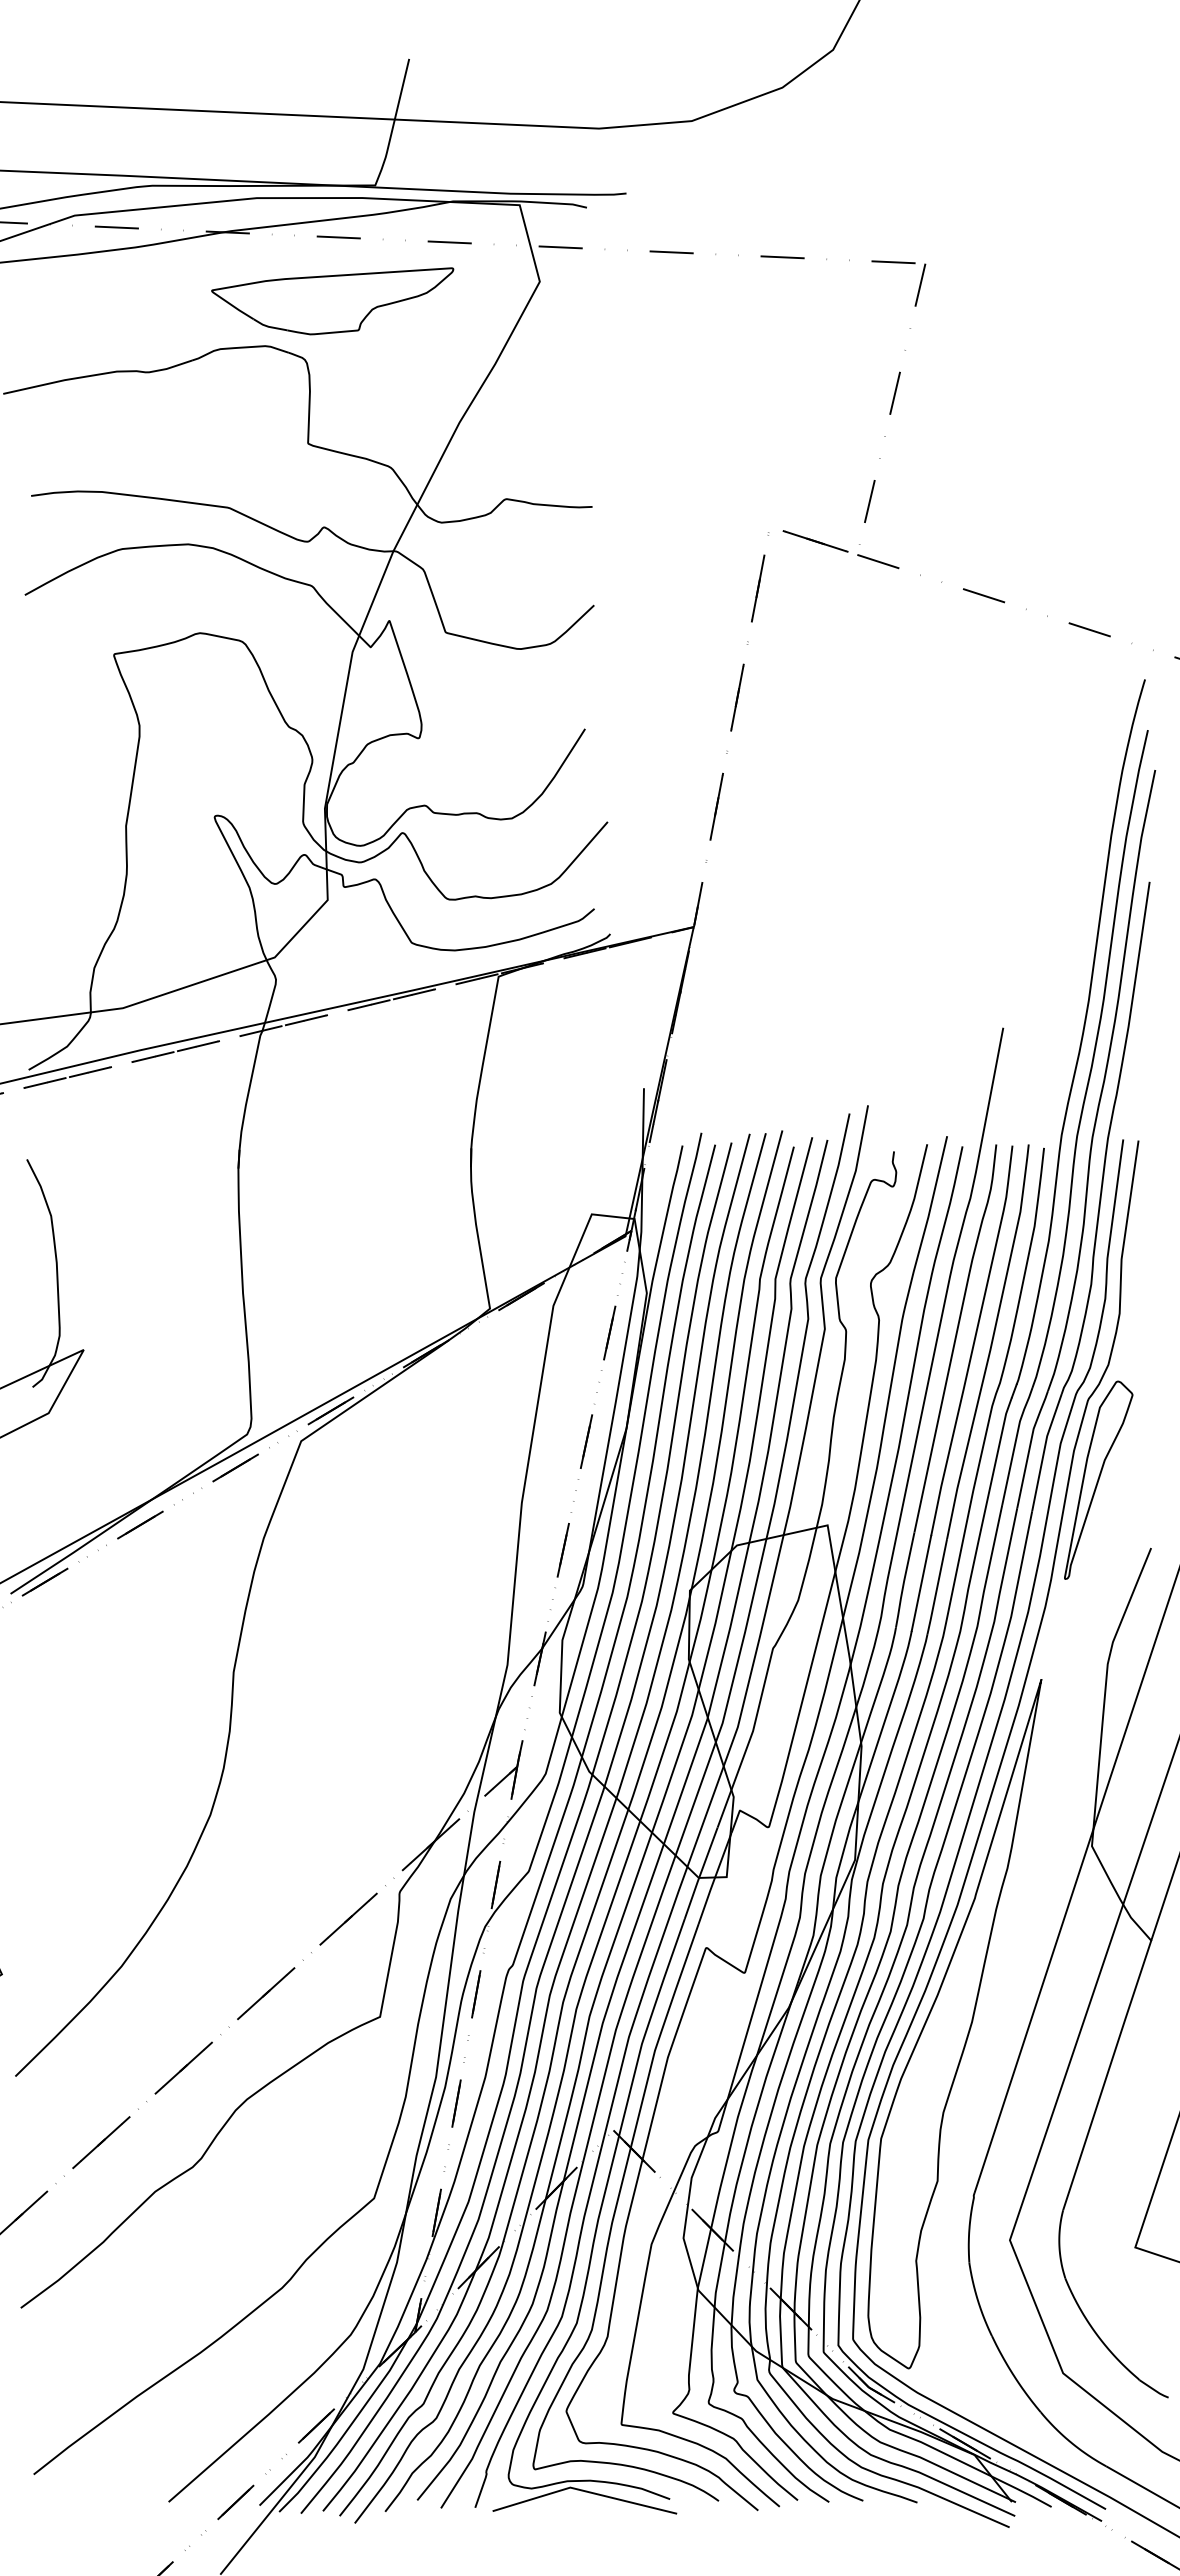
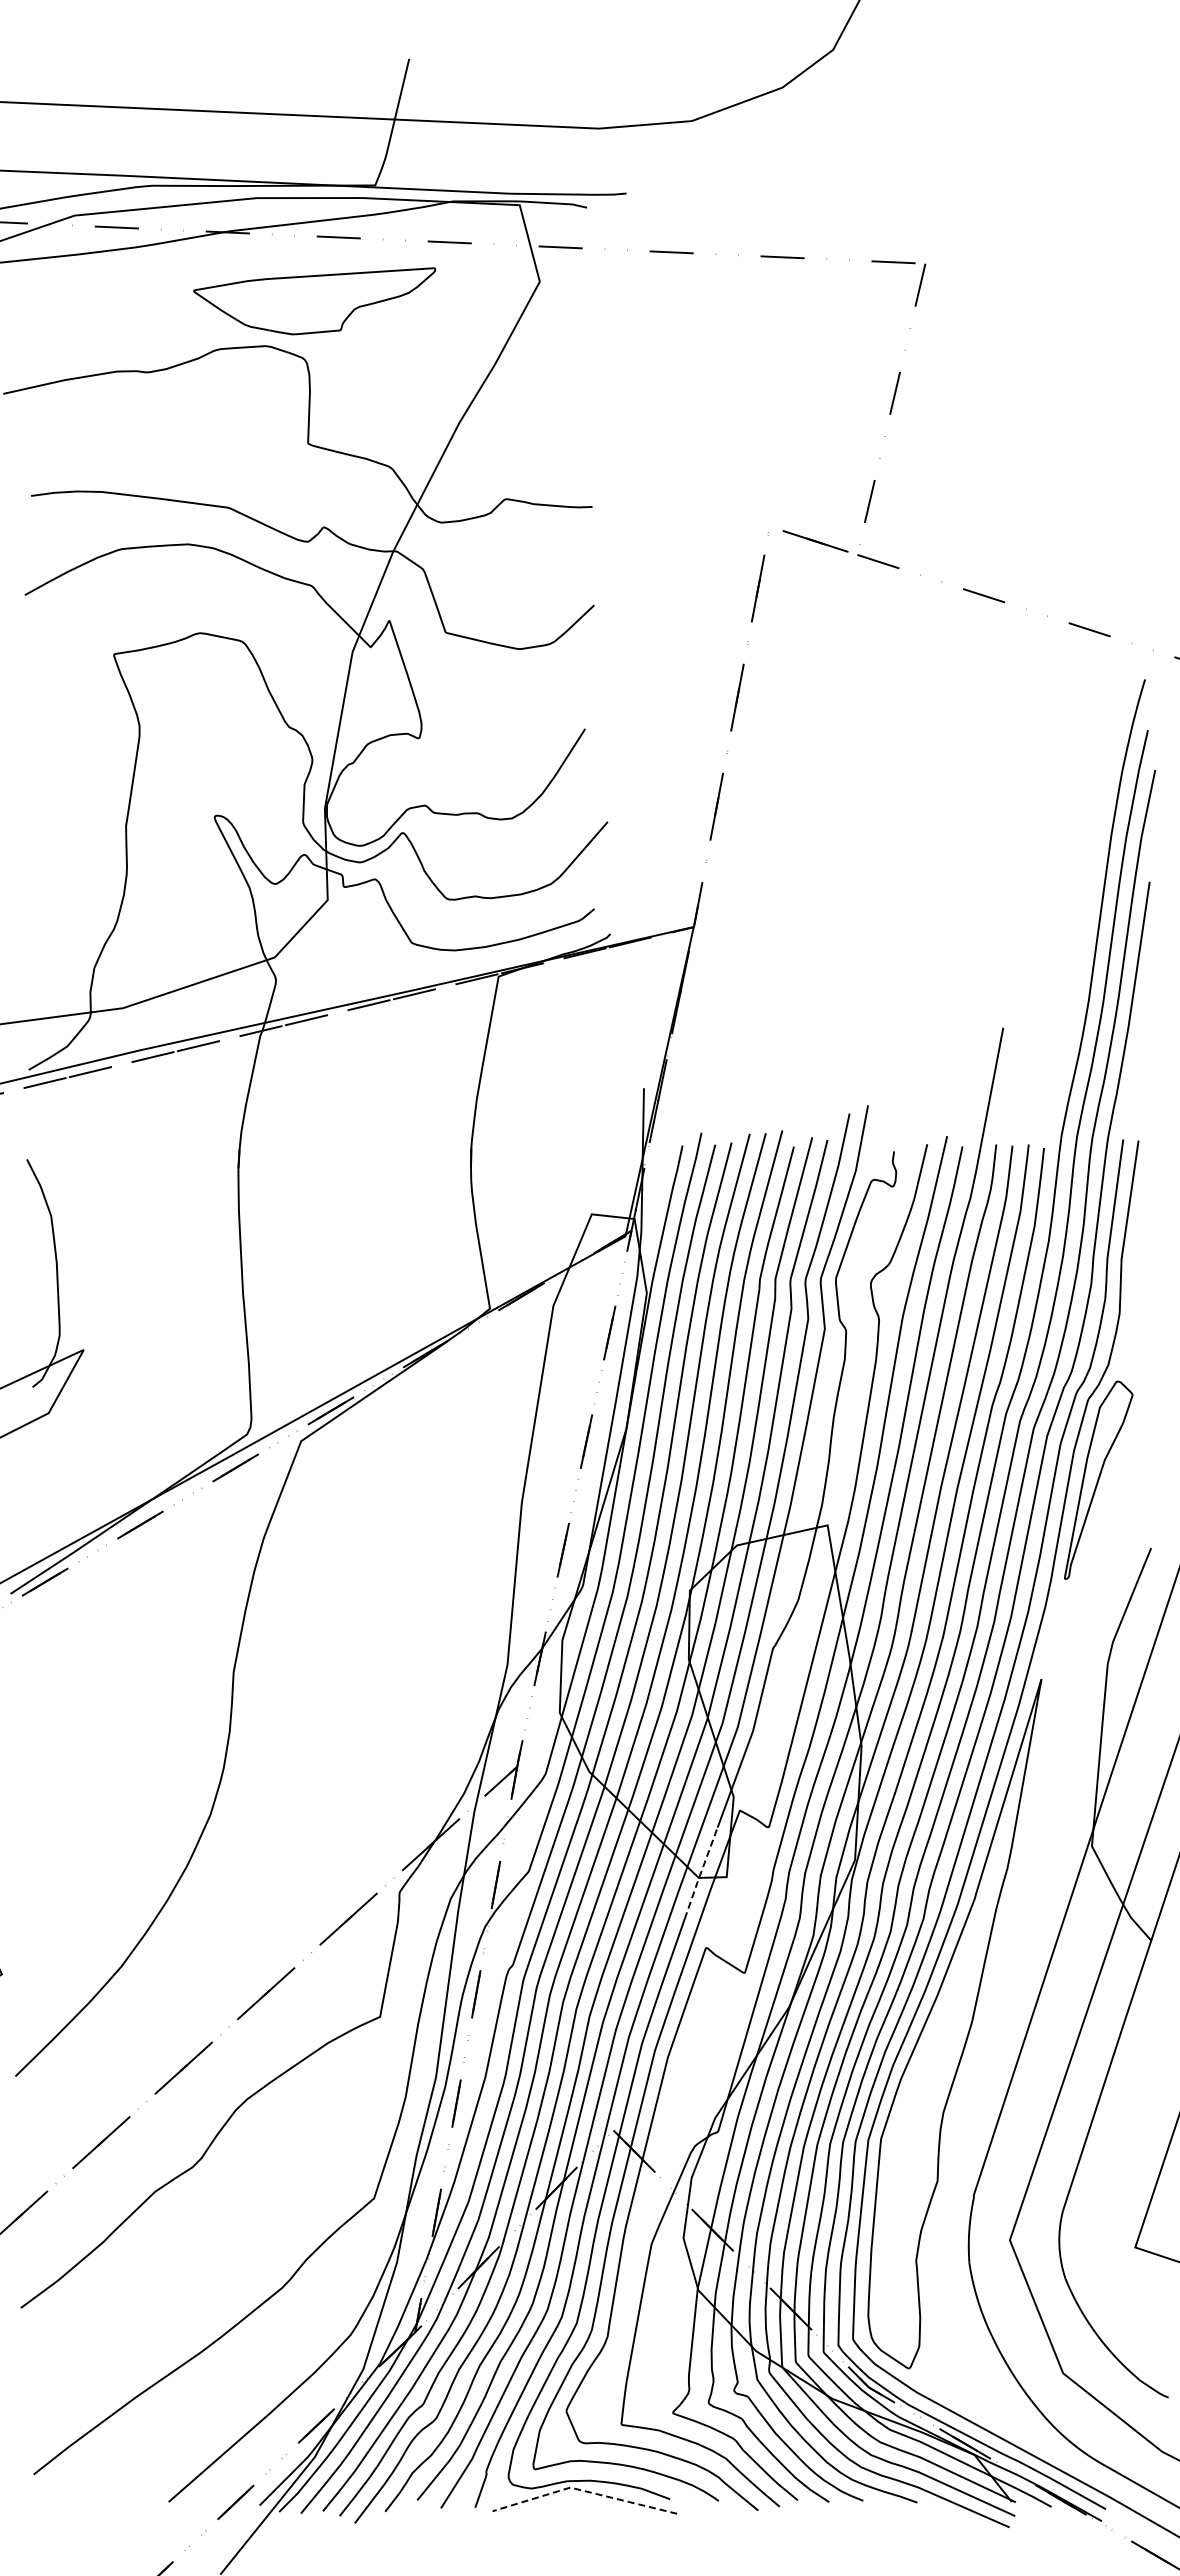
part at (332, 301) position: (332, 301) -> (314, 301)
line at (700, 1873): solid -> dashed
line at (582, 2490): solid -> dashed
